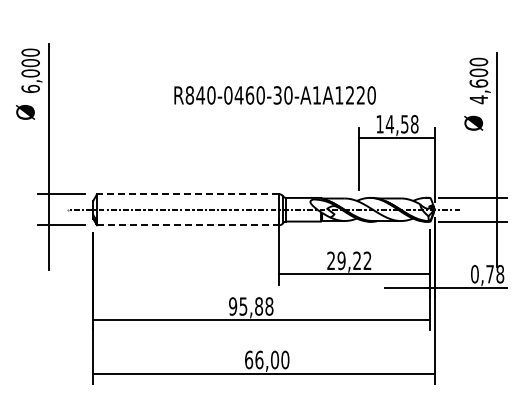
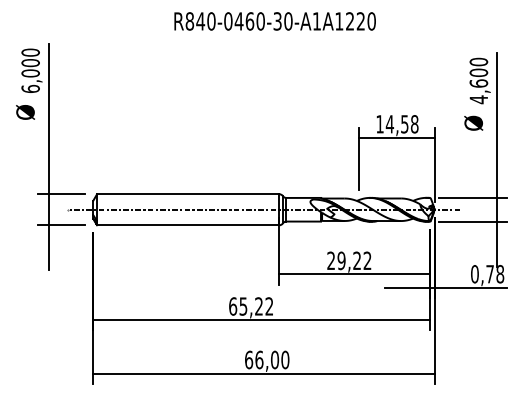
text at (274, 95) position: (274, 95) -> (274, 21)
line at (187, 194): dashed -> solid
line at (188, 225): dashed -> solid
text at (251, 306): 95,88 -> 65,22
